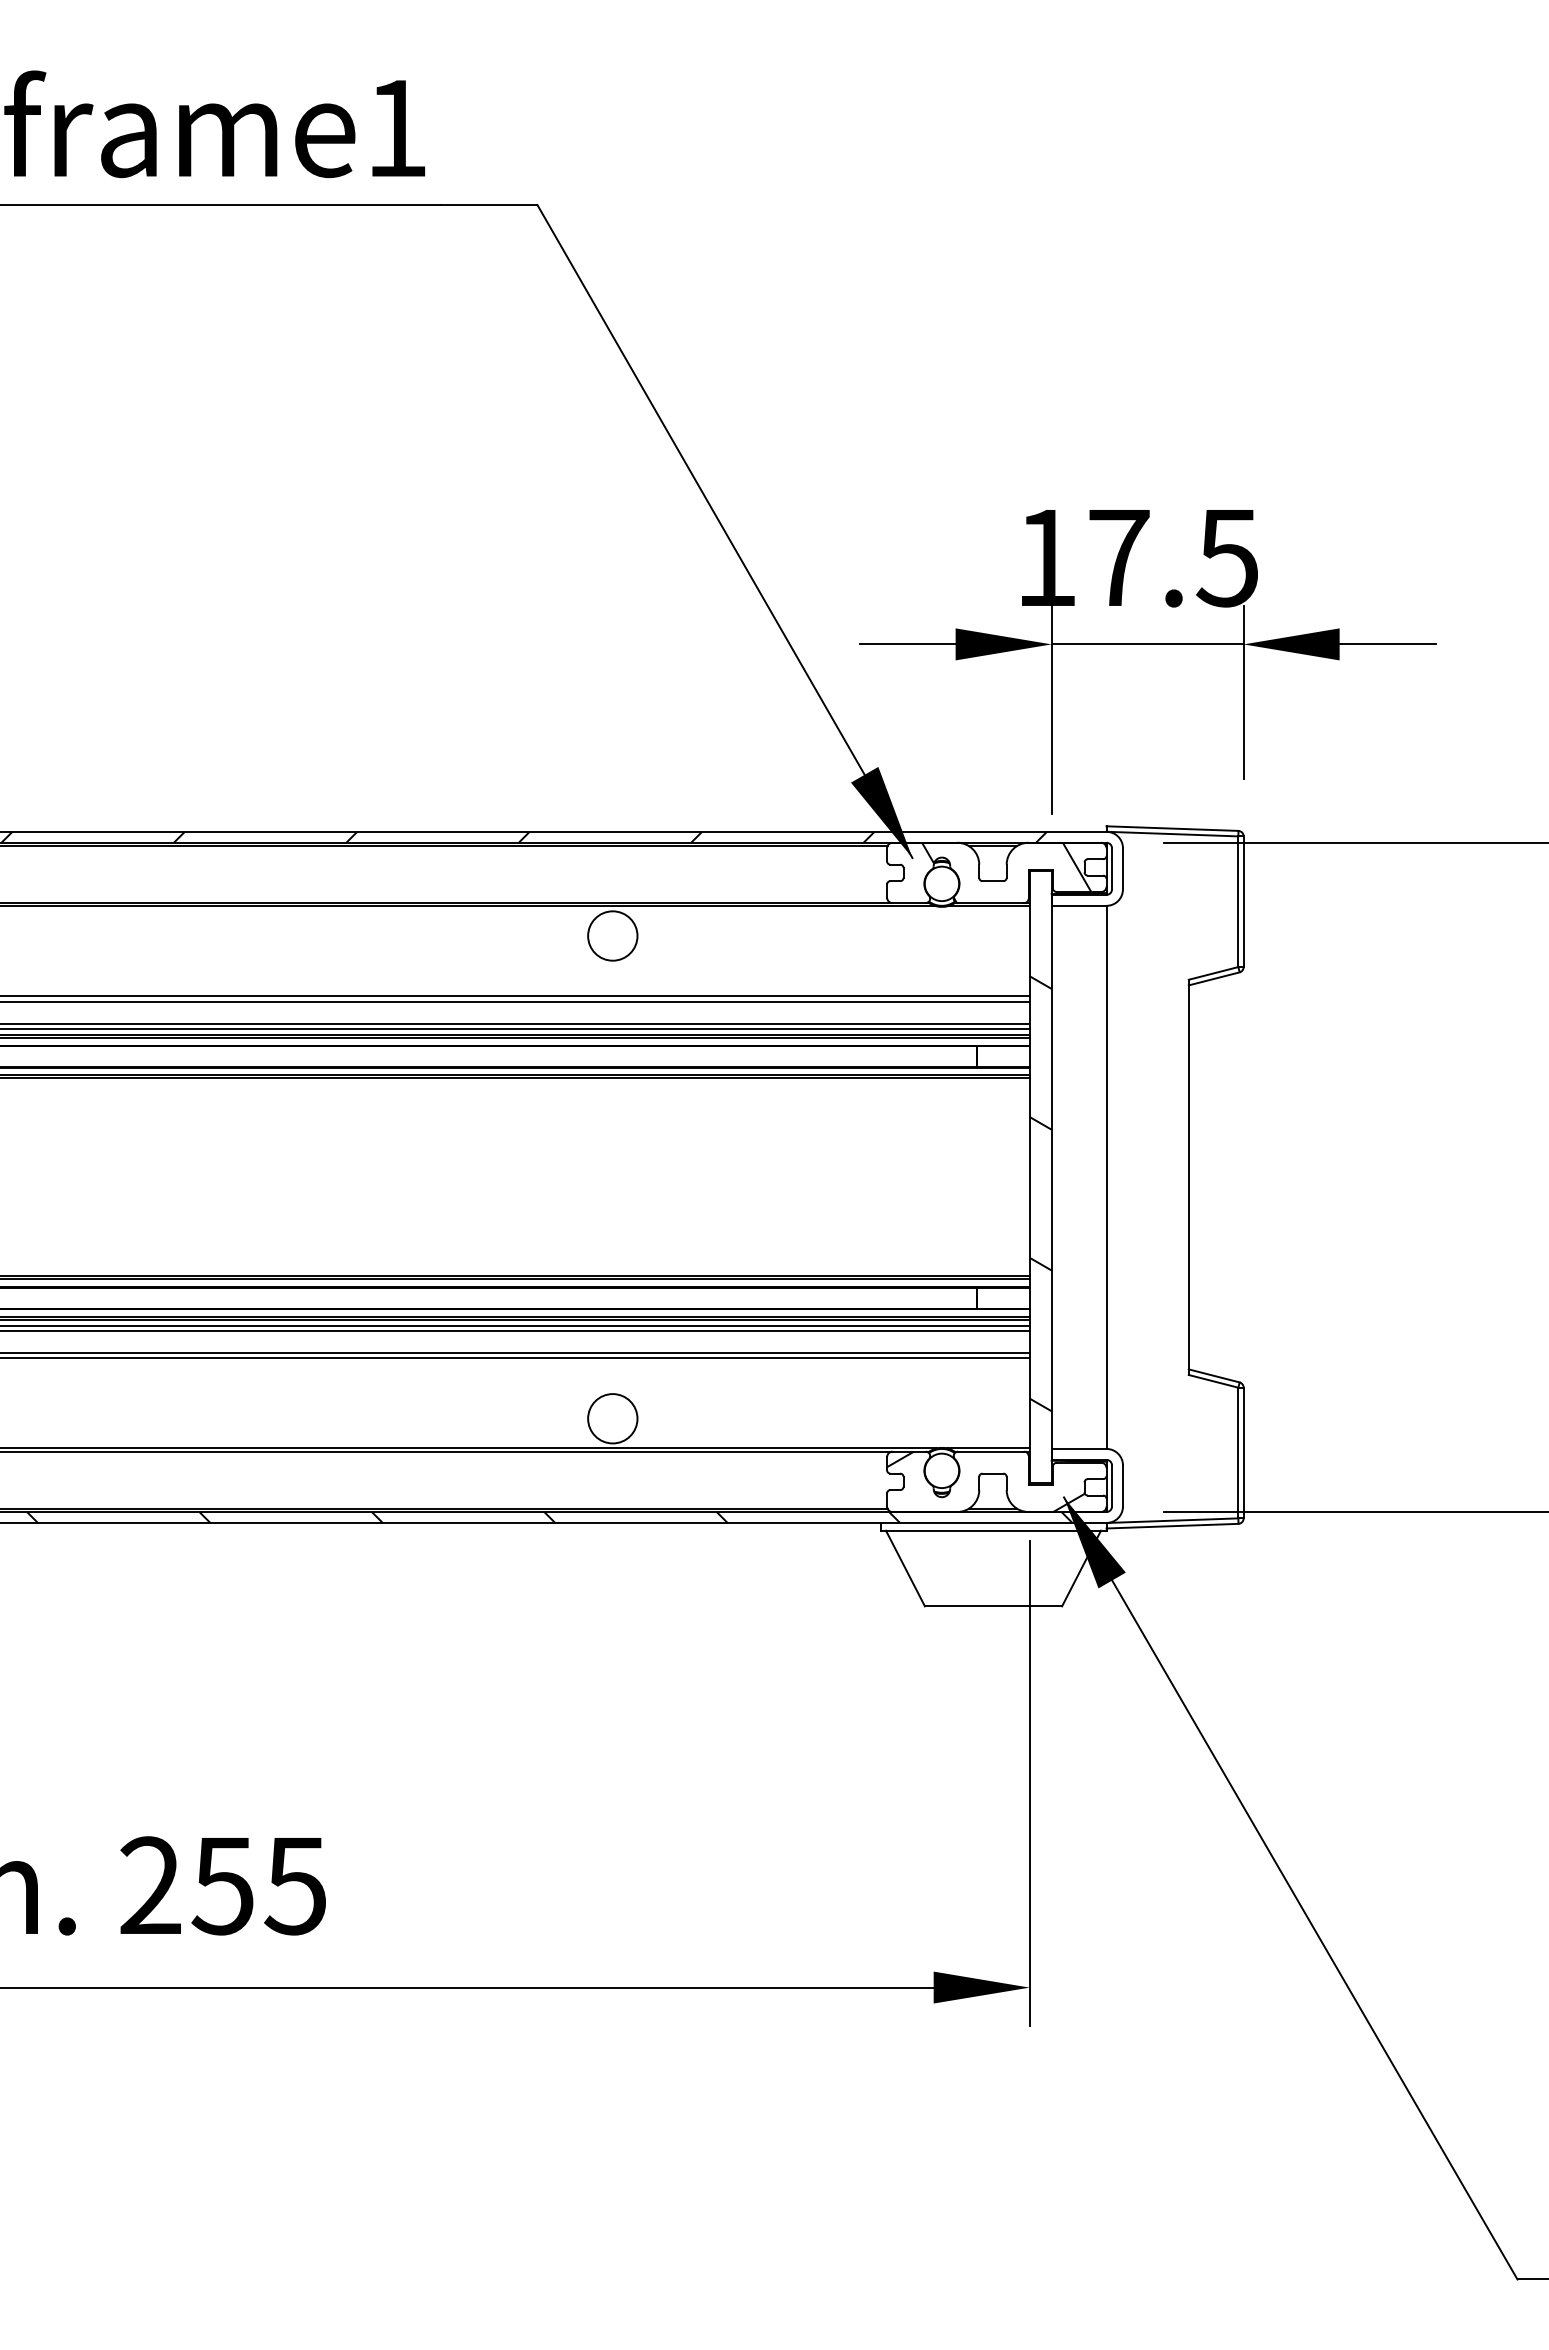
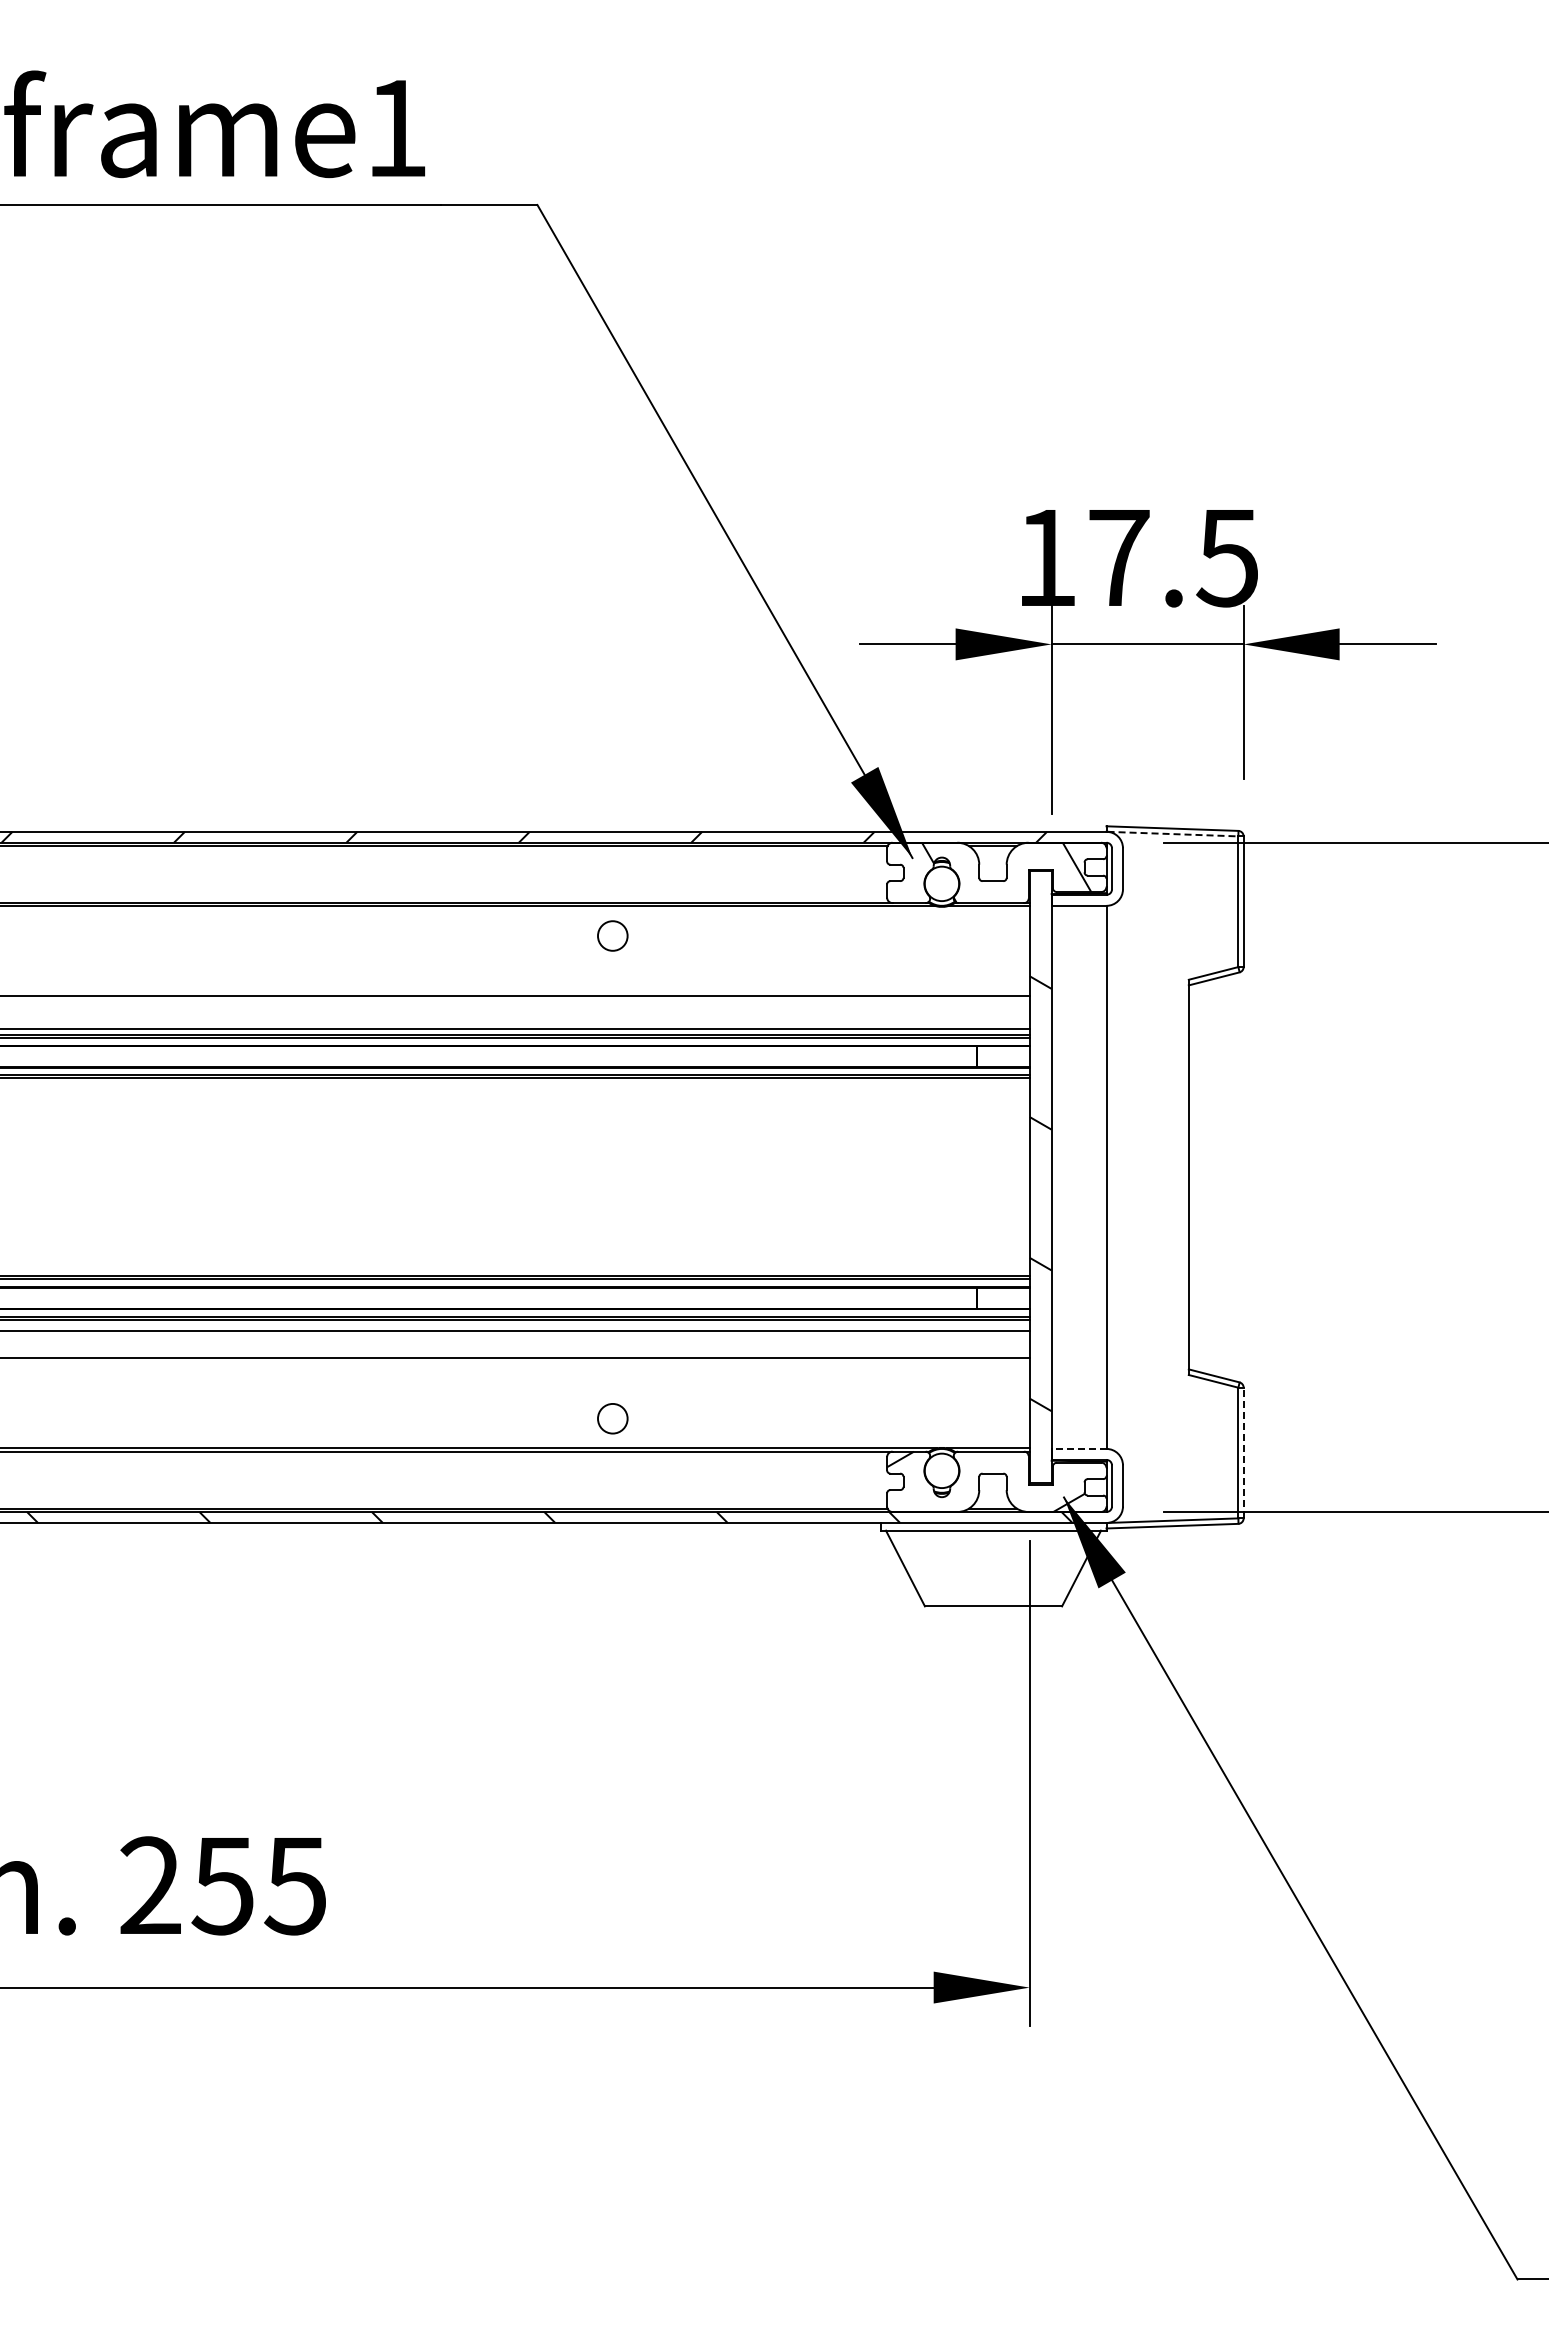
line at (1173, 834): solid -> dashed
circle at (612, 935) diameter: 49 px -> 30 px
line at (515, 1001): present -> none
line at (515, 1023): present -> none
line at (515, 1325): present -> none
line at (515, 1352): present -> none
circle at (612, 1418) diameter: 49 px -> 30 px
line at (1078, 1448): solid -> dashed
line at (1243, 1452): solid -> dashed
